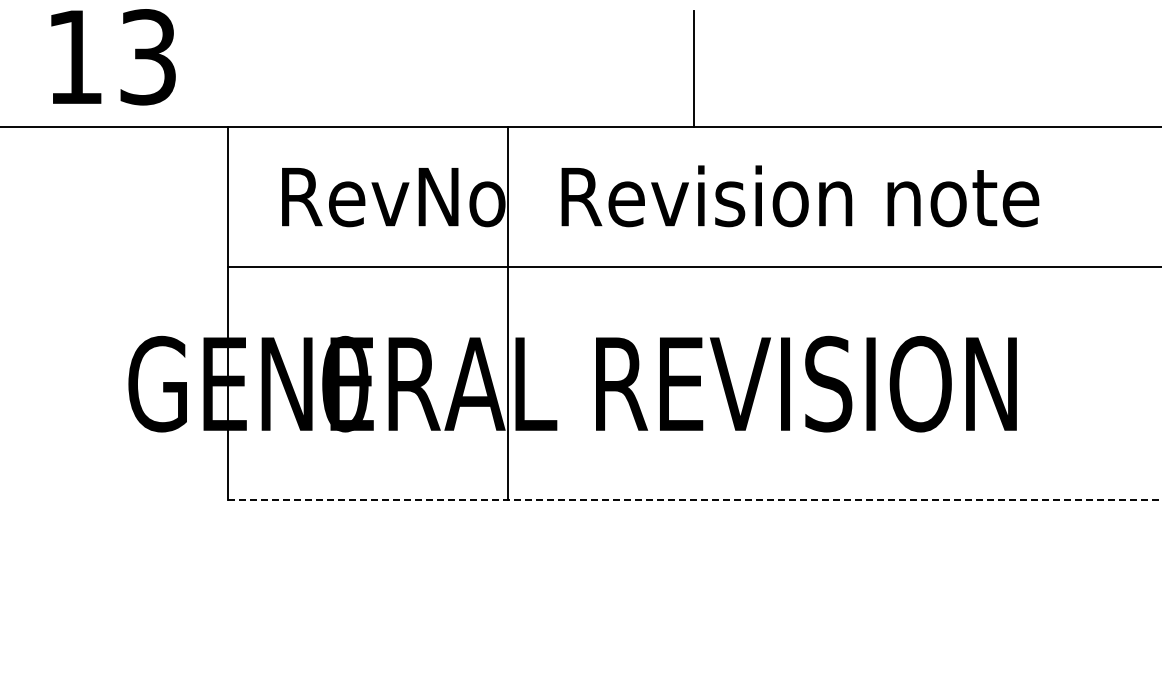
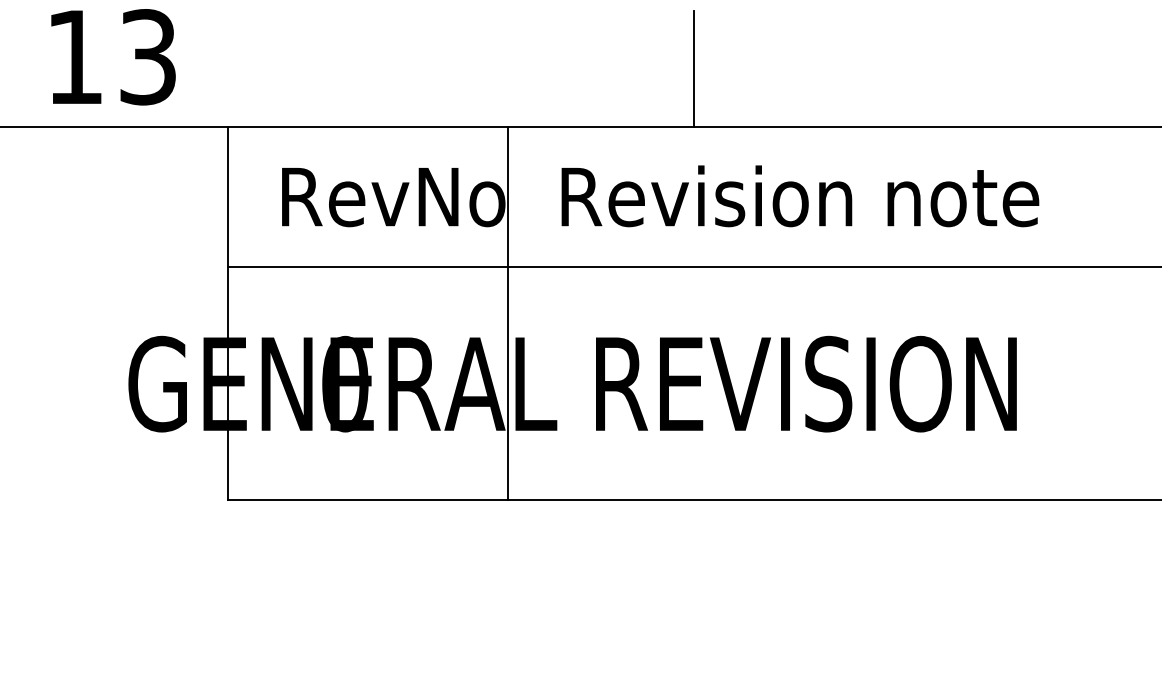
line at (695, 499): dashed -> solid
